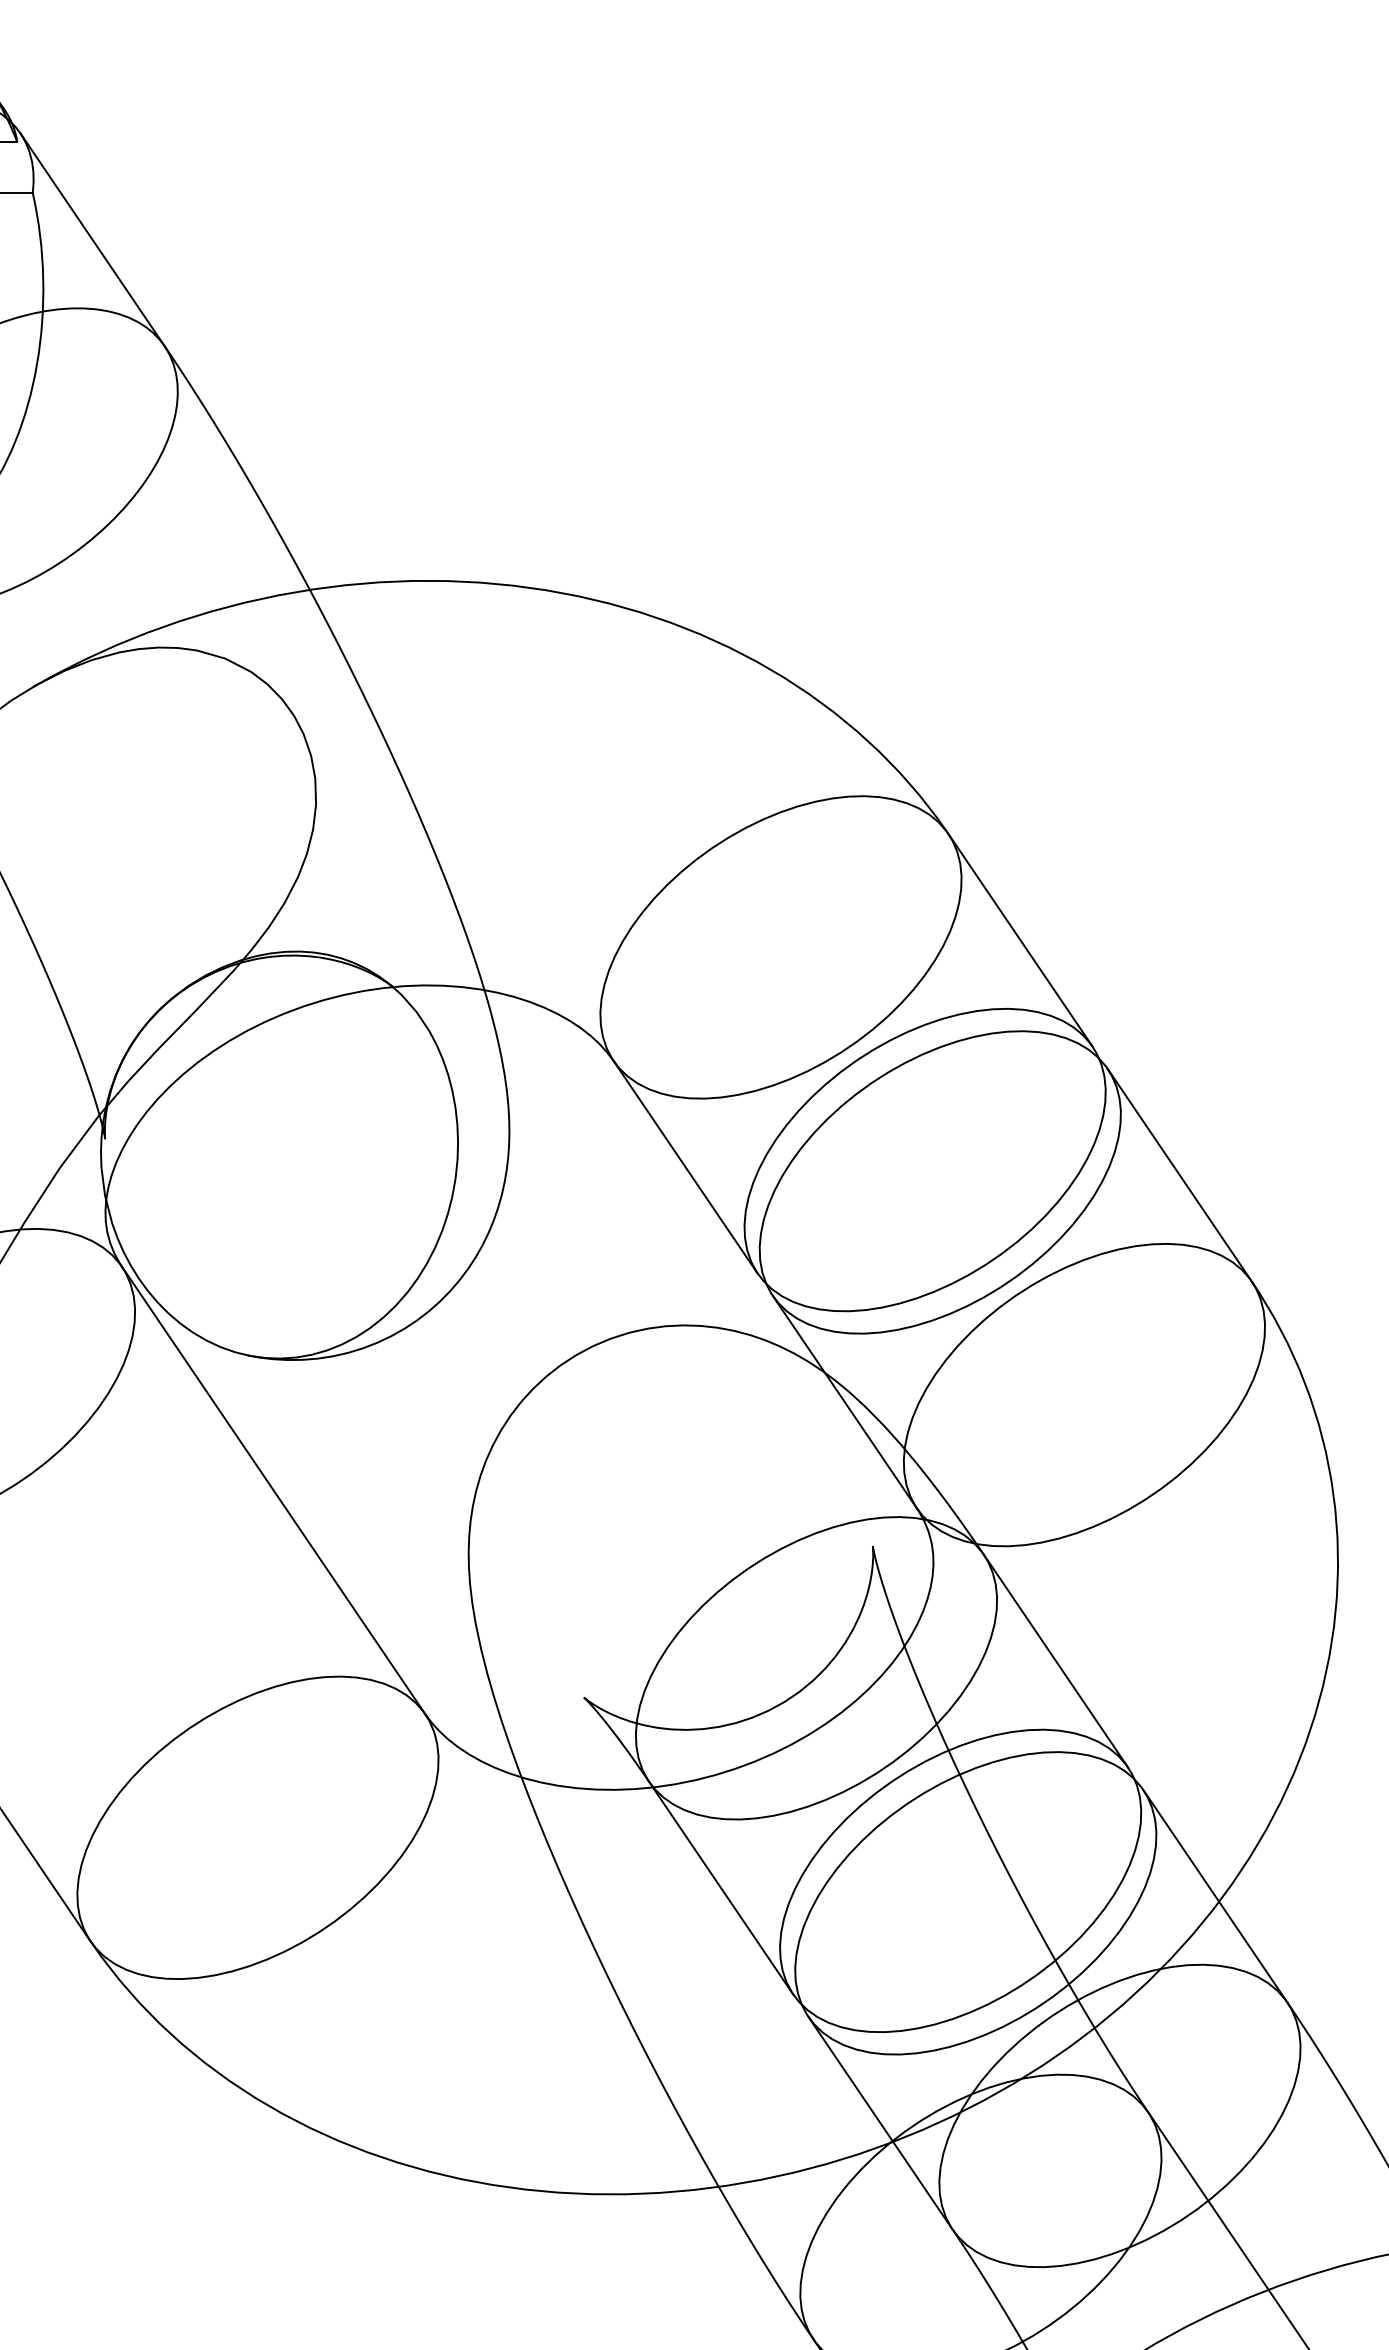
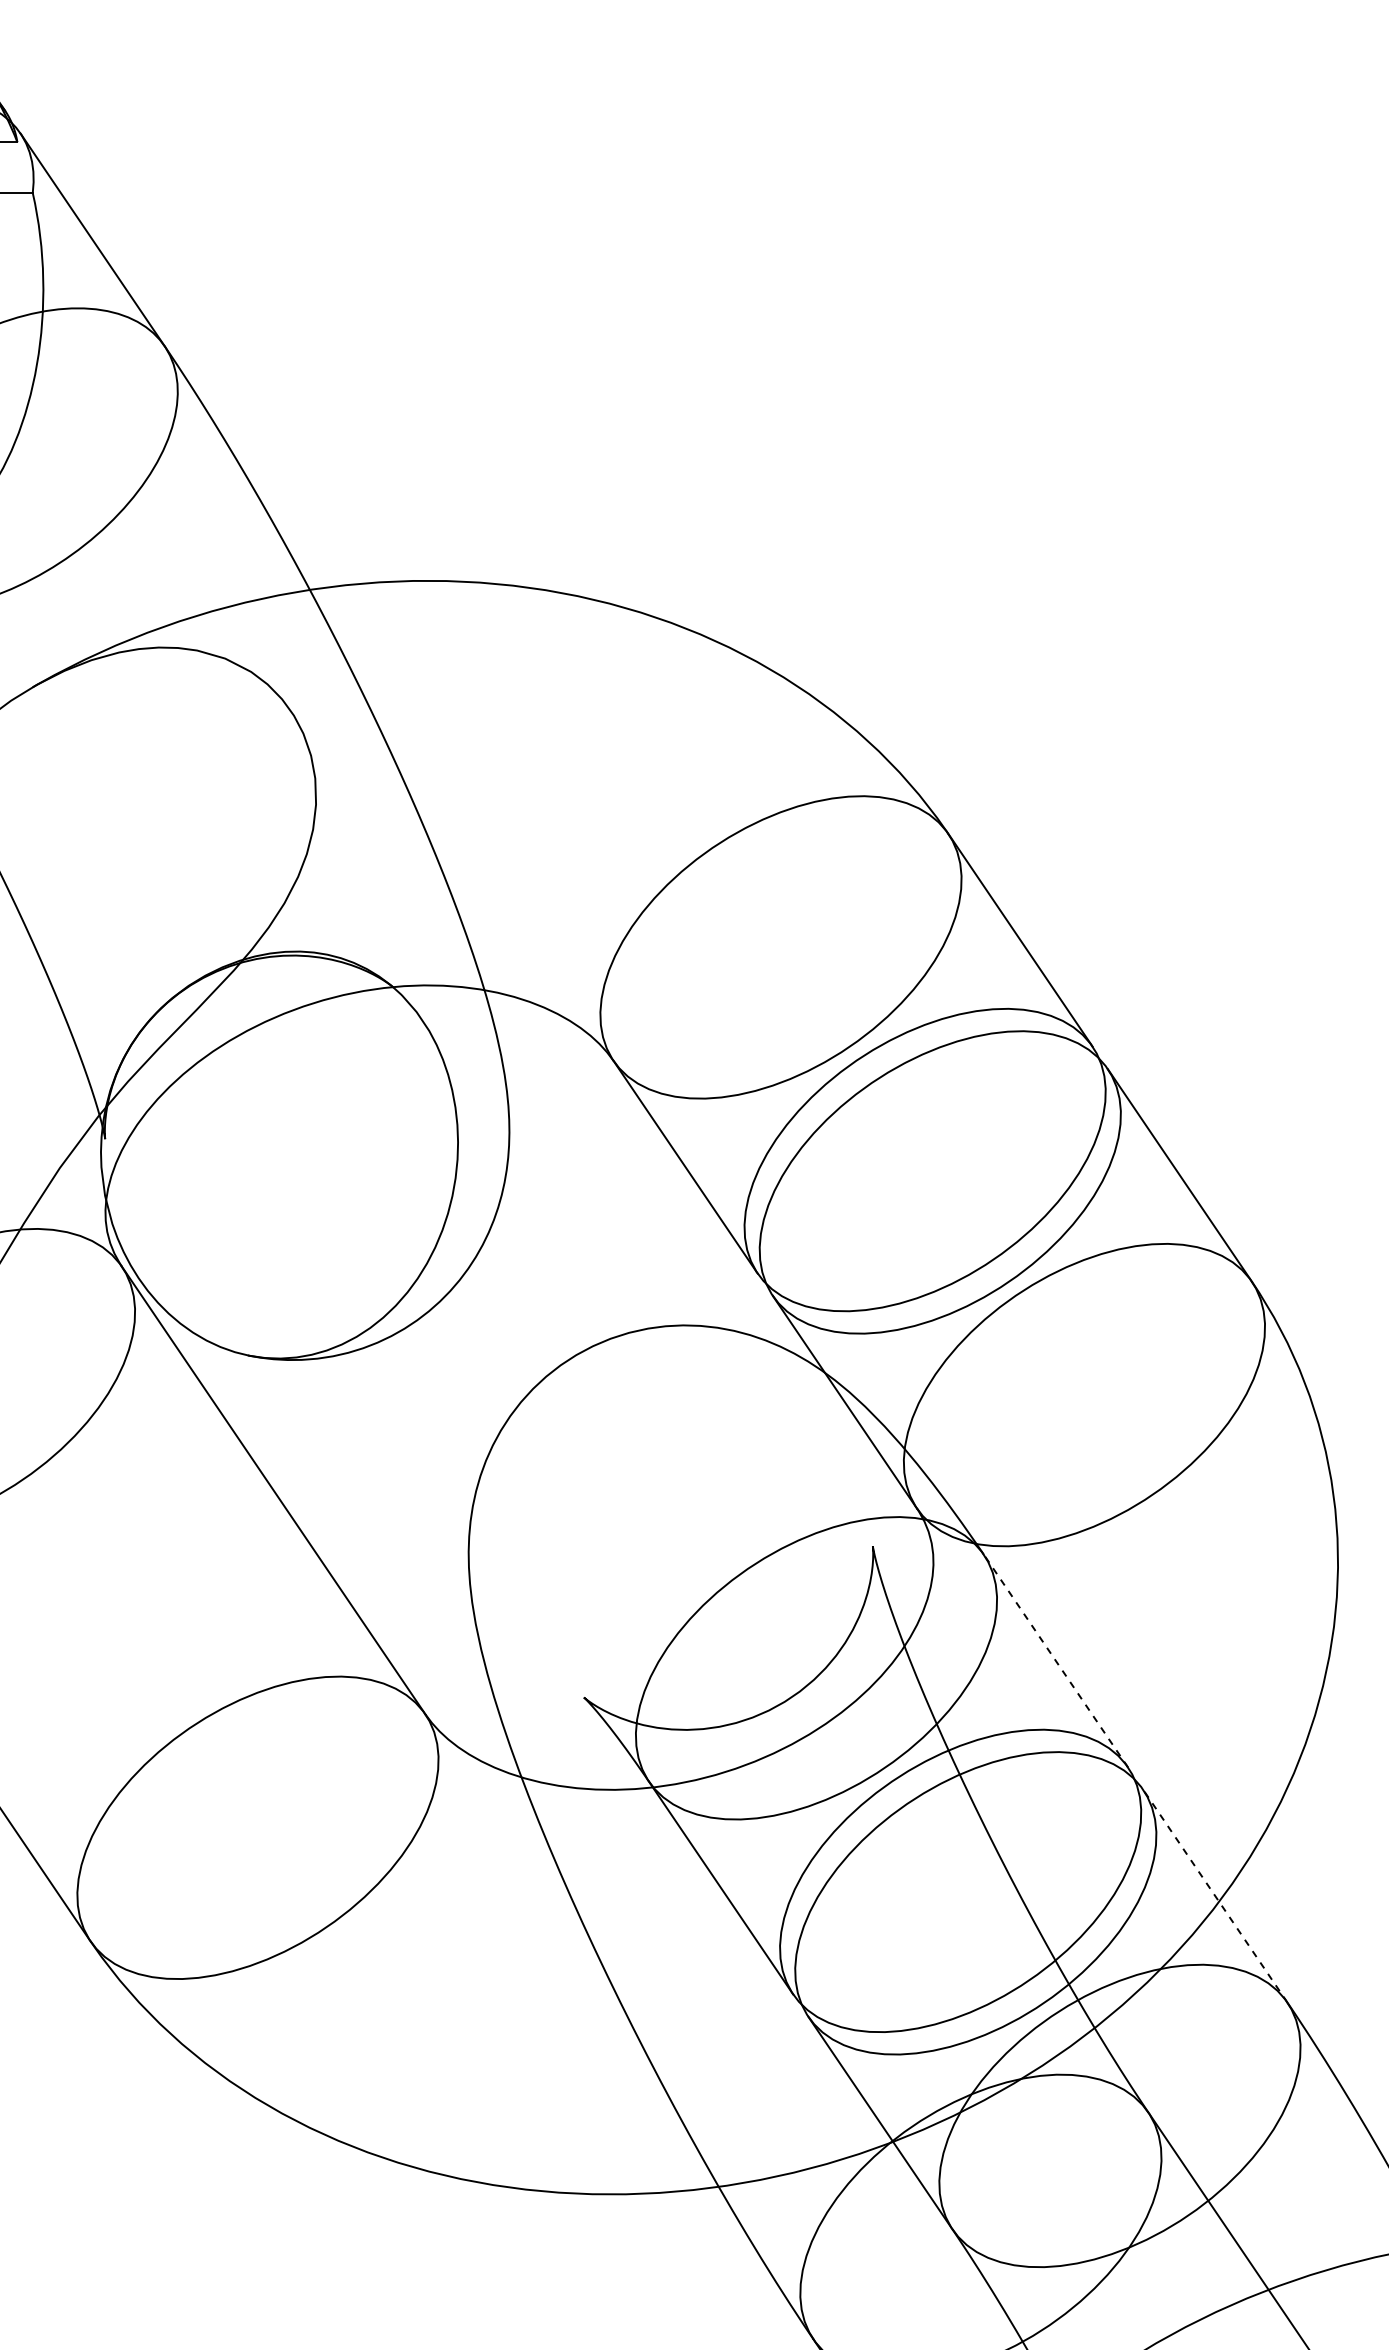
line at (1055, 1660): solid -> dashed
line at (1215, 1895): solid -> dashed
